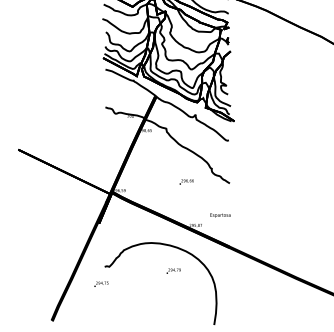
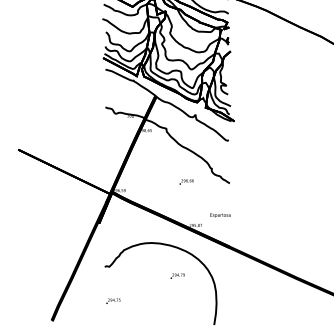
text at (173, 270) position: (173, 270) -> (177, 275)
text at (101, 283) position: (101, 283) -> (113, 300)
